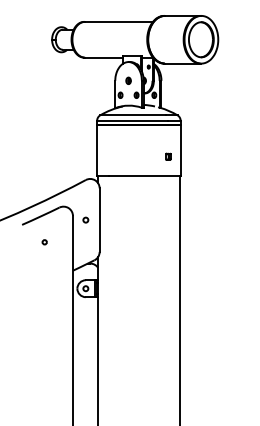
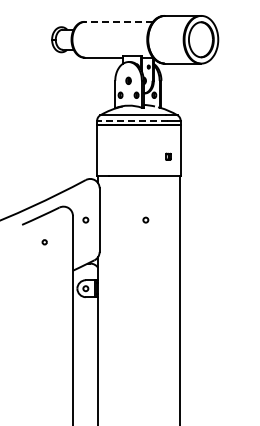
line at (119, 21): solid -> dashed
line at (132, 120): solid -> dashed
circle at (145, 219): none -> present
